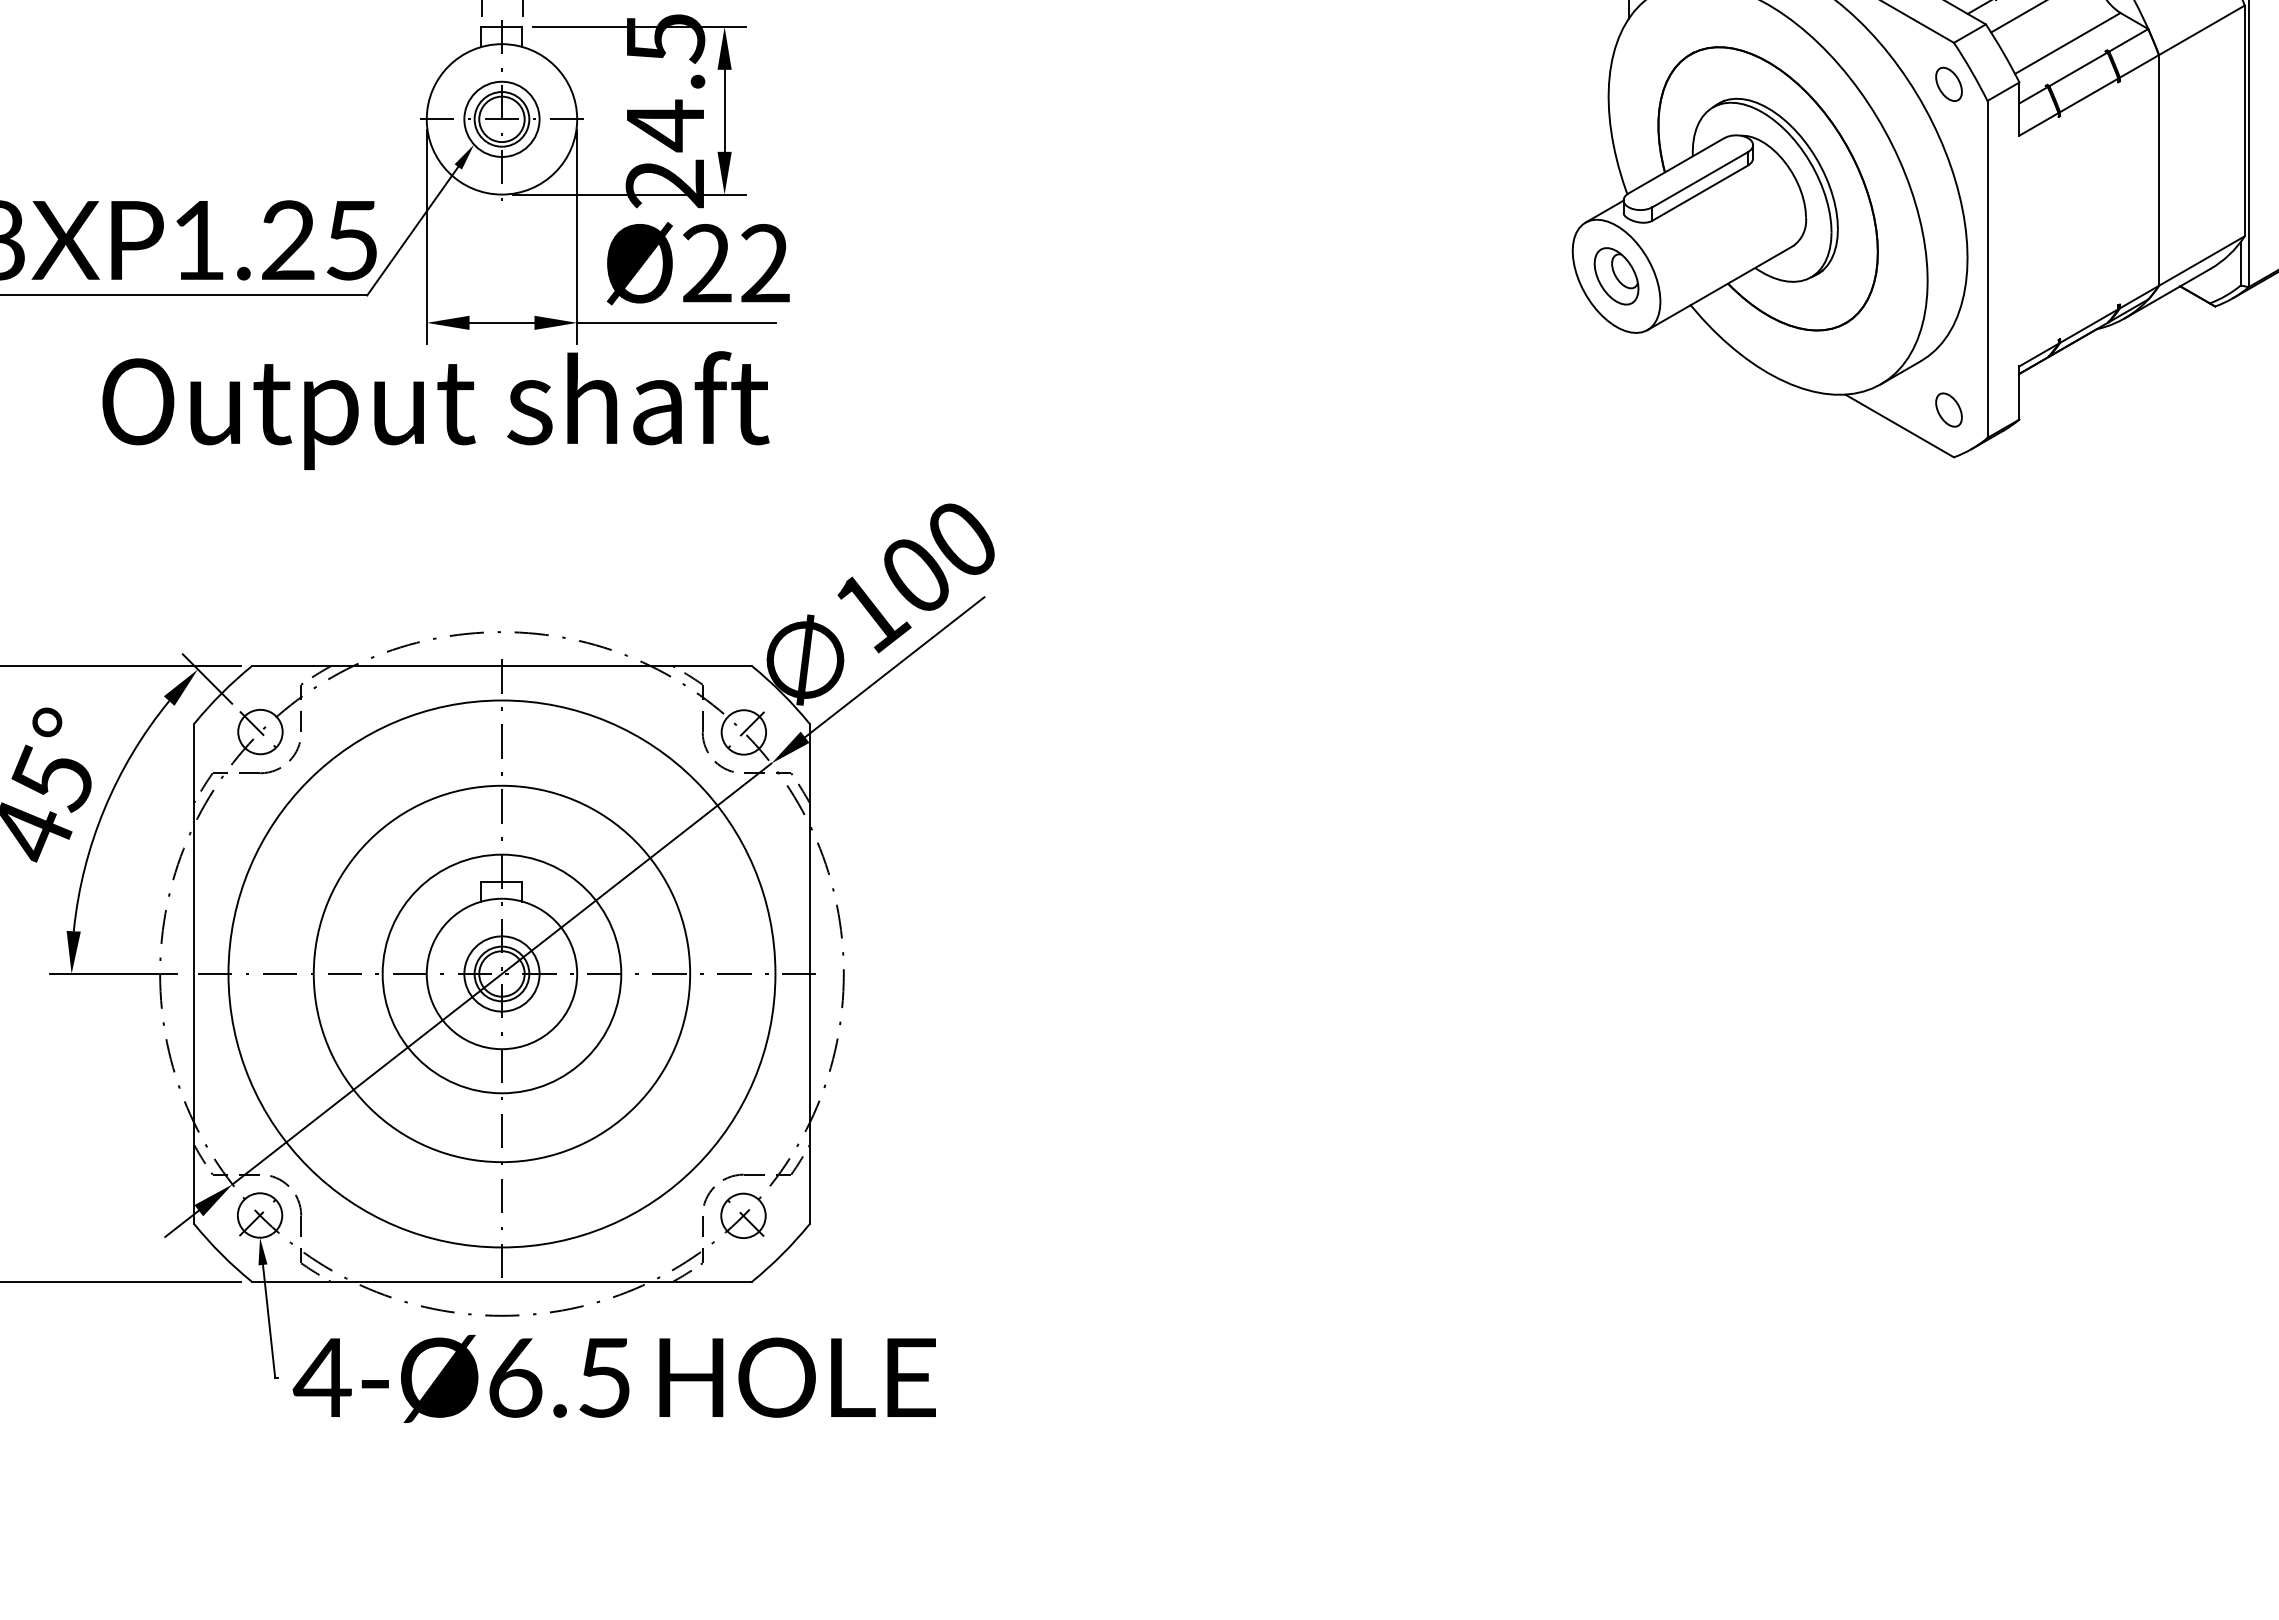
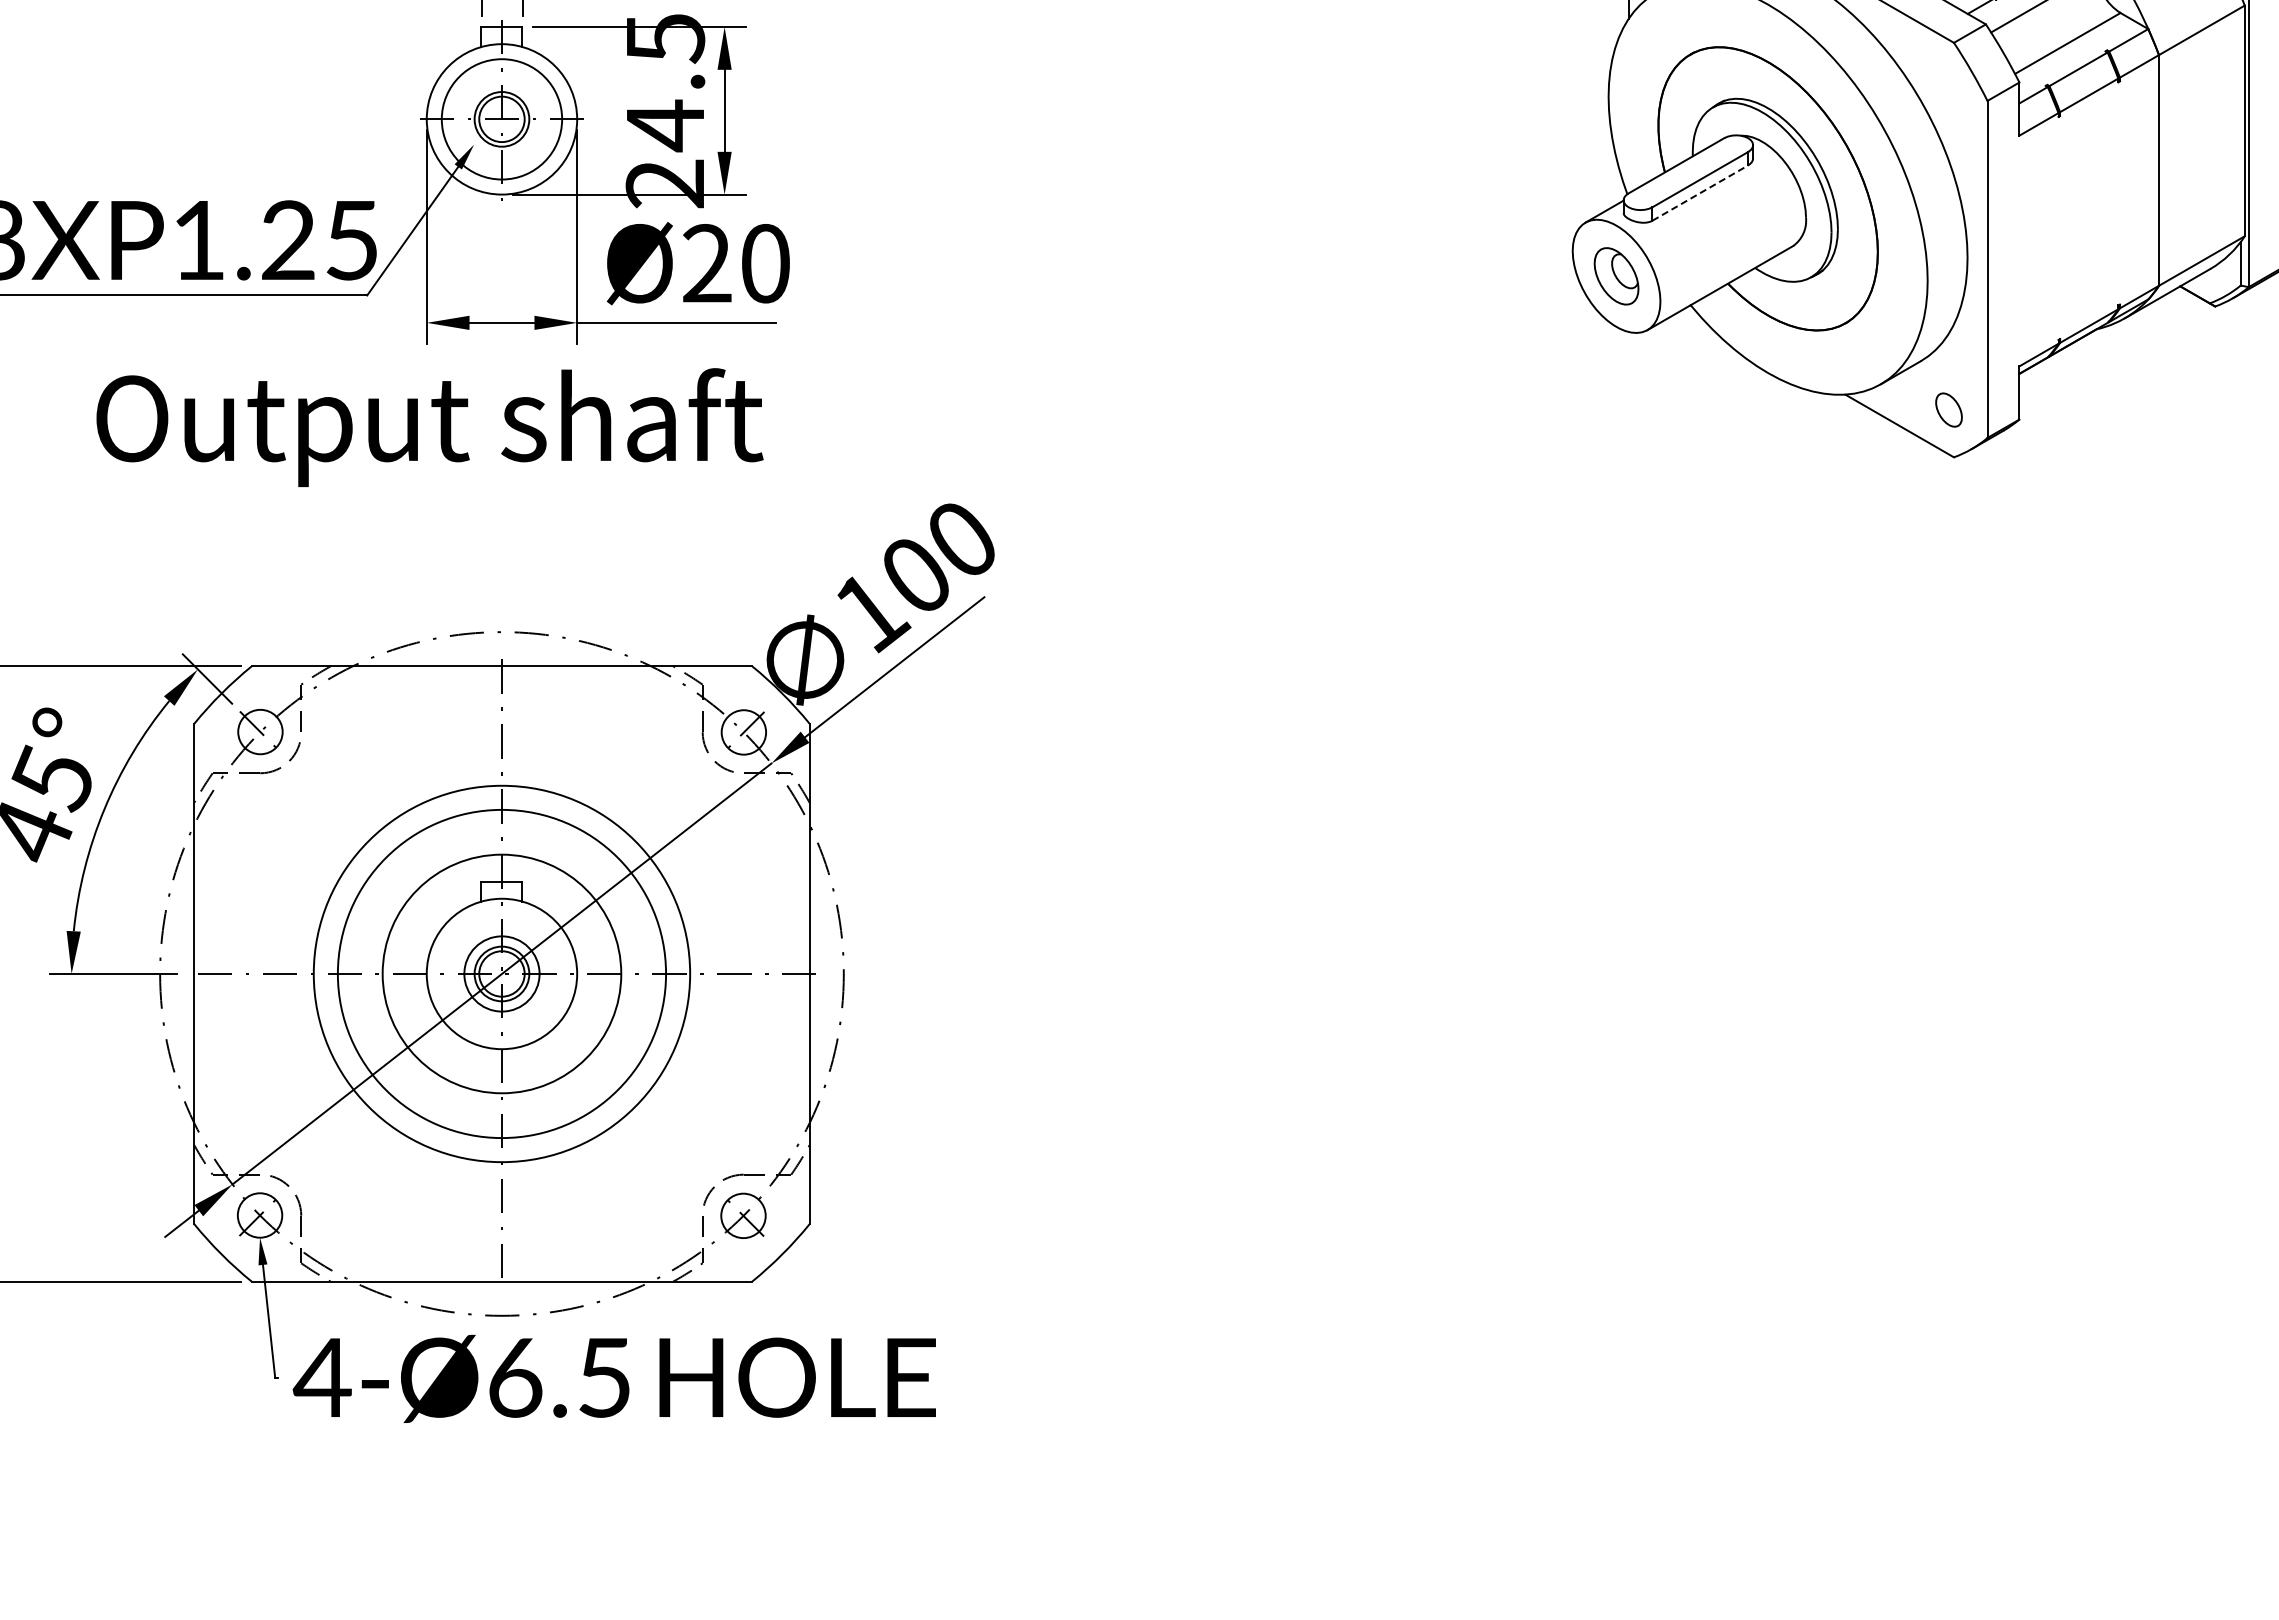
part at (1948, 83): present -> none
circle at (501, 118) diameter: 75 px -> 120 px
line at (1700, 192): solid -> dashed
text at (765, 263): Ø22 -> Ø20
text at (435, 410) position: (435, 410) -> (429, 427)
circle at (501, 973) diameter: 547 px -> 328 px
